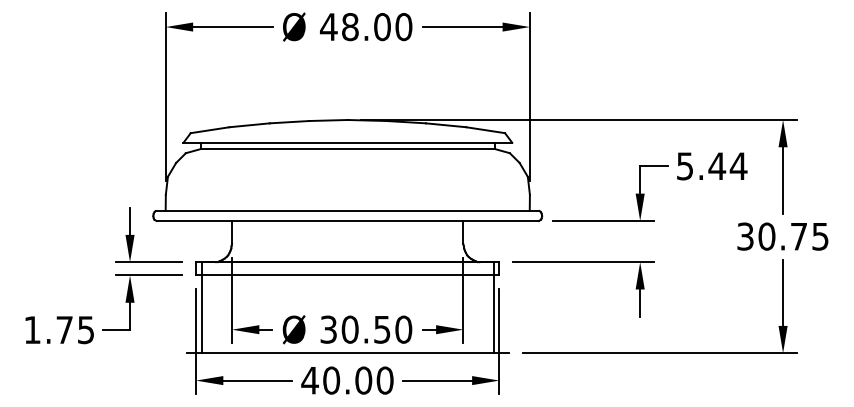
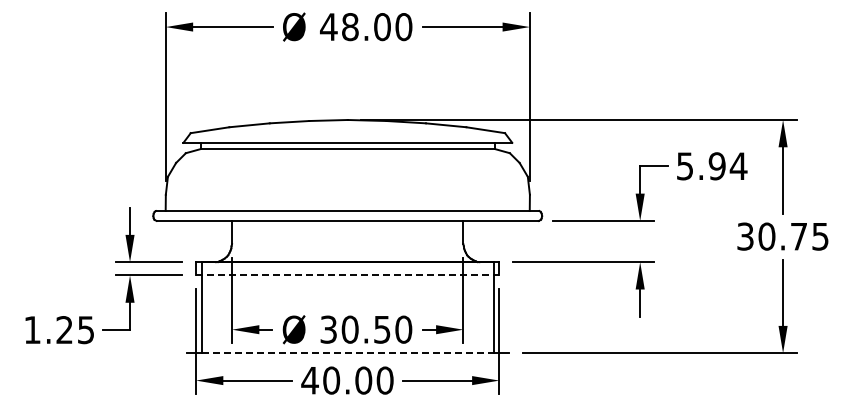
text at (717, 166): 5.44 -> 5.94
line at (347, 275): solid -> dashed
text at (64, 329): 1.75 -> 1.25
line at (348, 353): solid -> dashed
